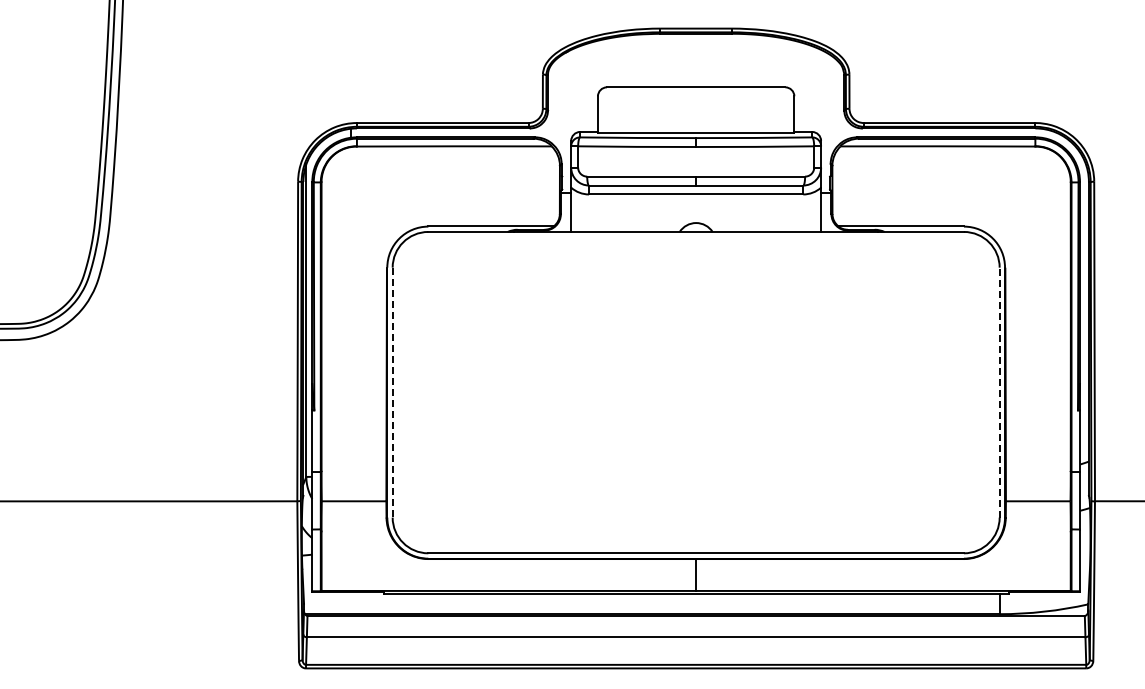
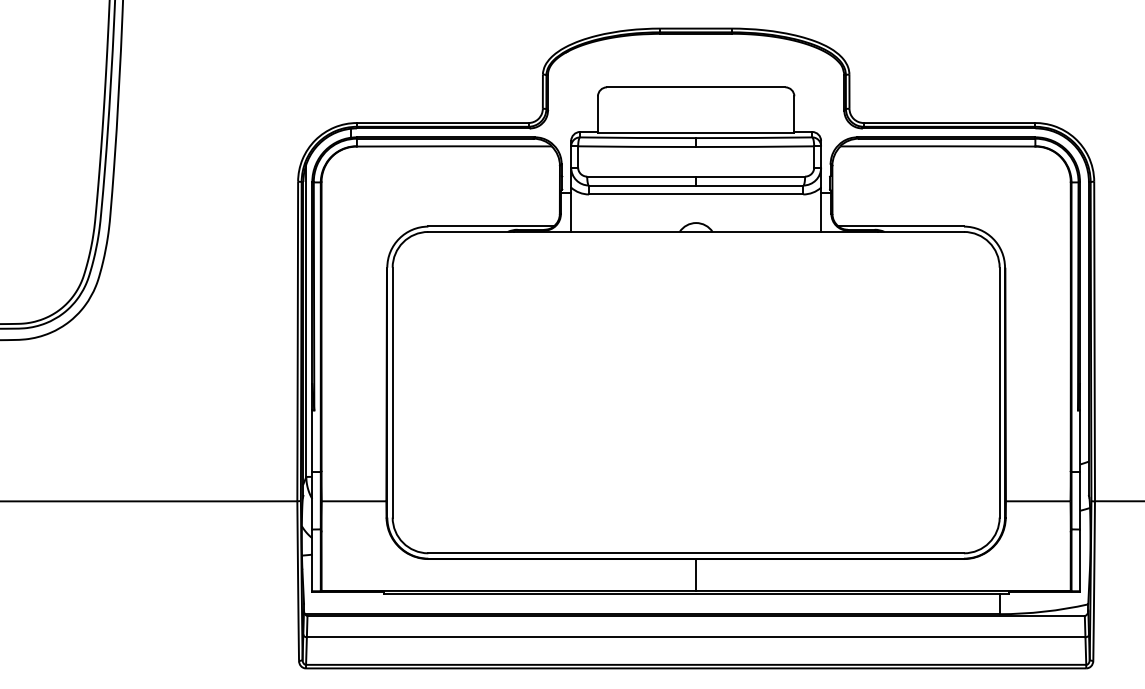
line at (392, 392): dashed -> solid
line at (999, 392): dashed -> solid
